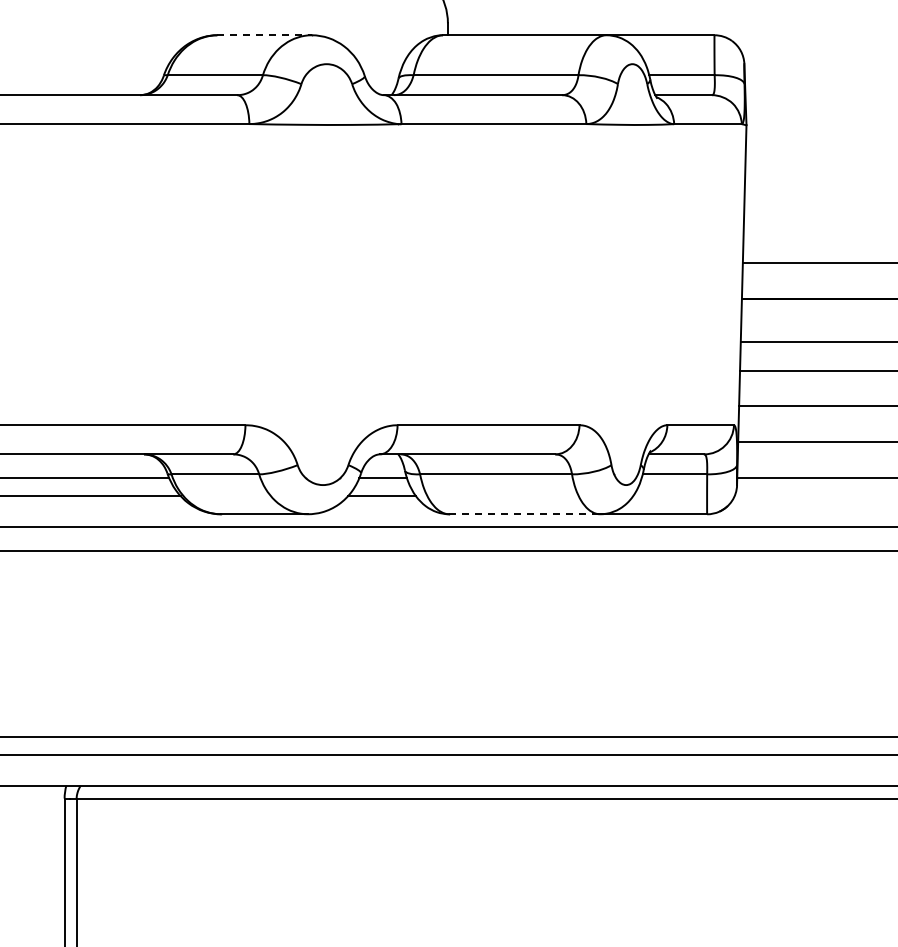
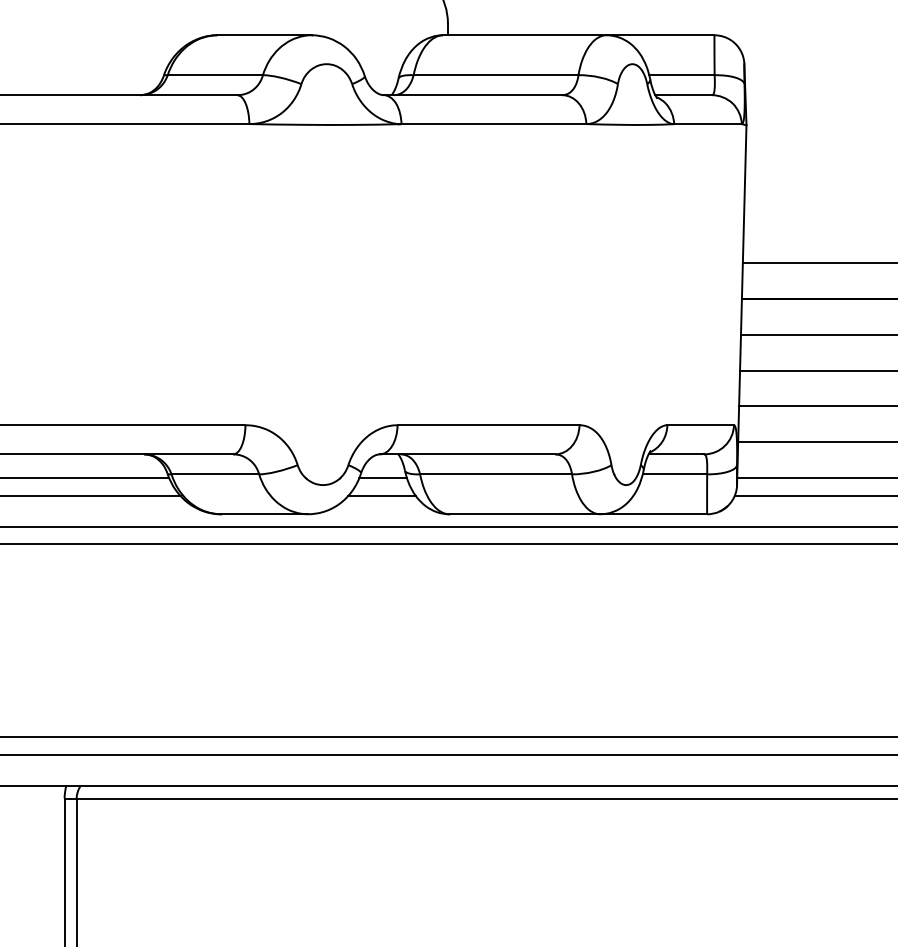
line at (265, 35): dashed -> solid
line at (817, 341) position: (817, 341) -> (817, 334)
line at (814, 496): none -> present
line at (525, 514): dashed -> solid
line at (448, 551) position: (448, 551) -> (448, 544)
